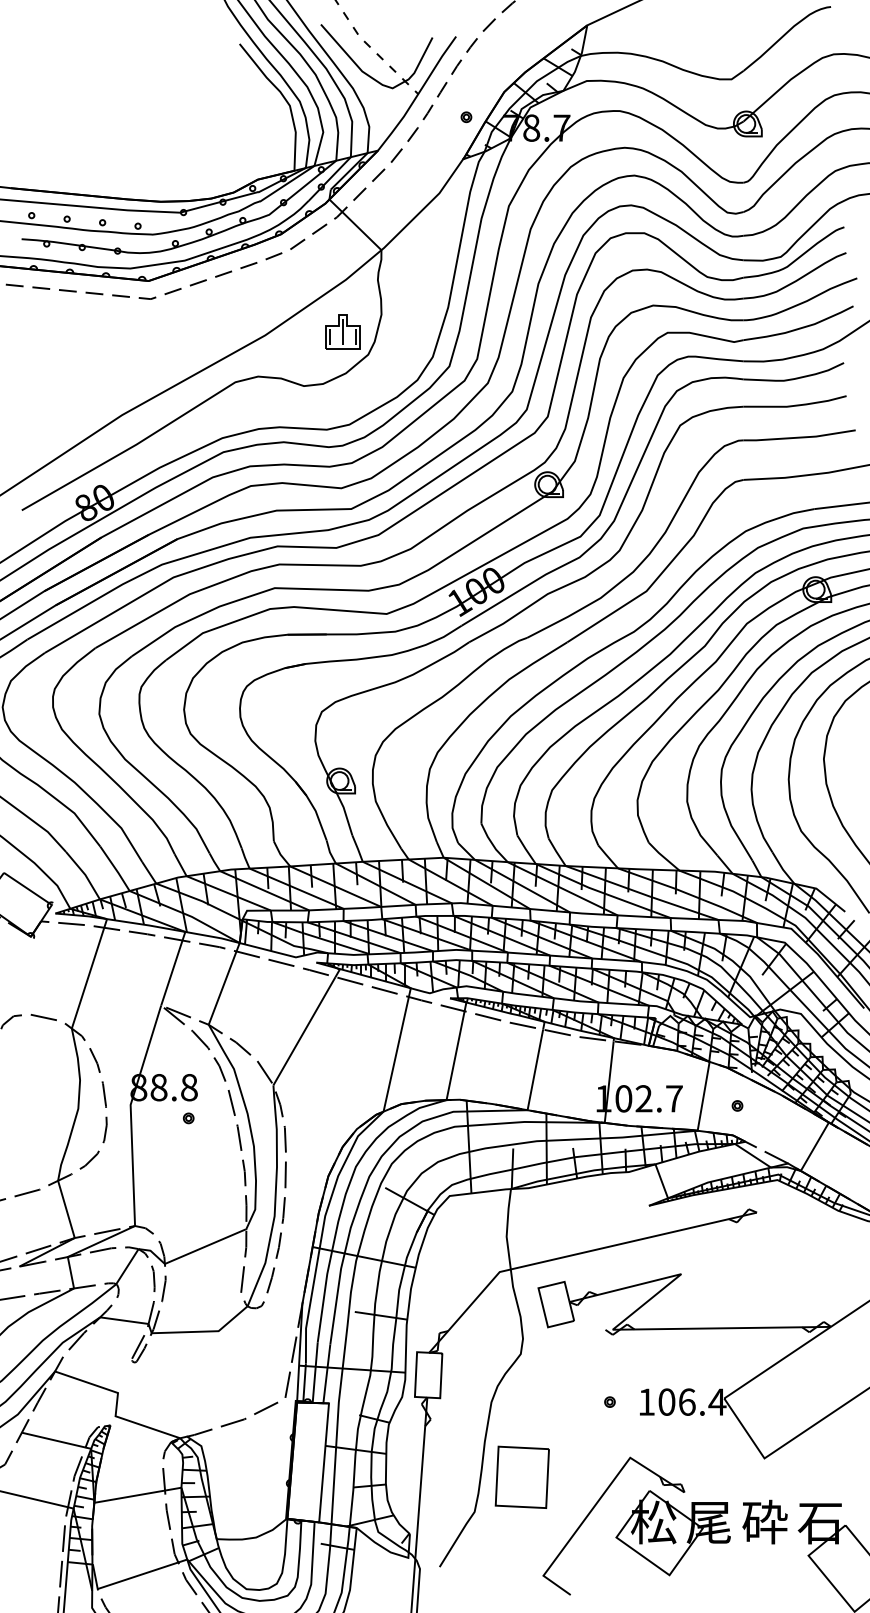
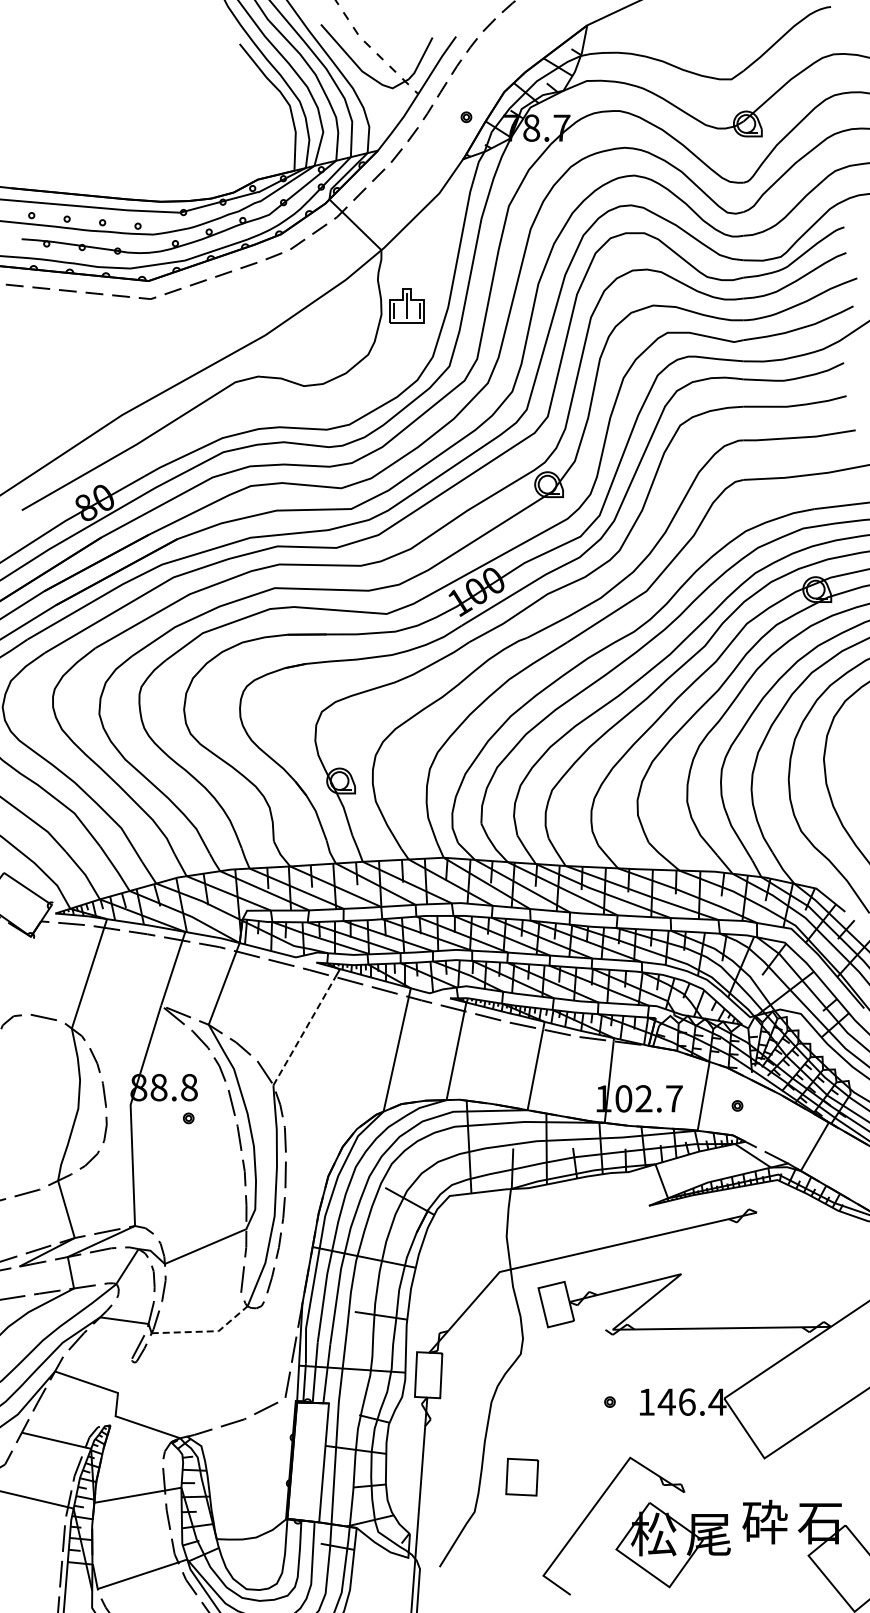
part at (342, 331) position: (342, 331) -> (406, 305)
line at (304, 1030): solid -> dashed
line at (205, 1331): solid -> dashed
text at (666, 1401): 106.4 -> 146.4
part at (521, 1476) size: 56x64 px -> 35x40 px
part at (672, 1533) position: (672, 1533) -> (672, 1545)
